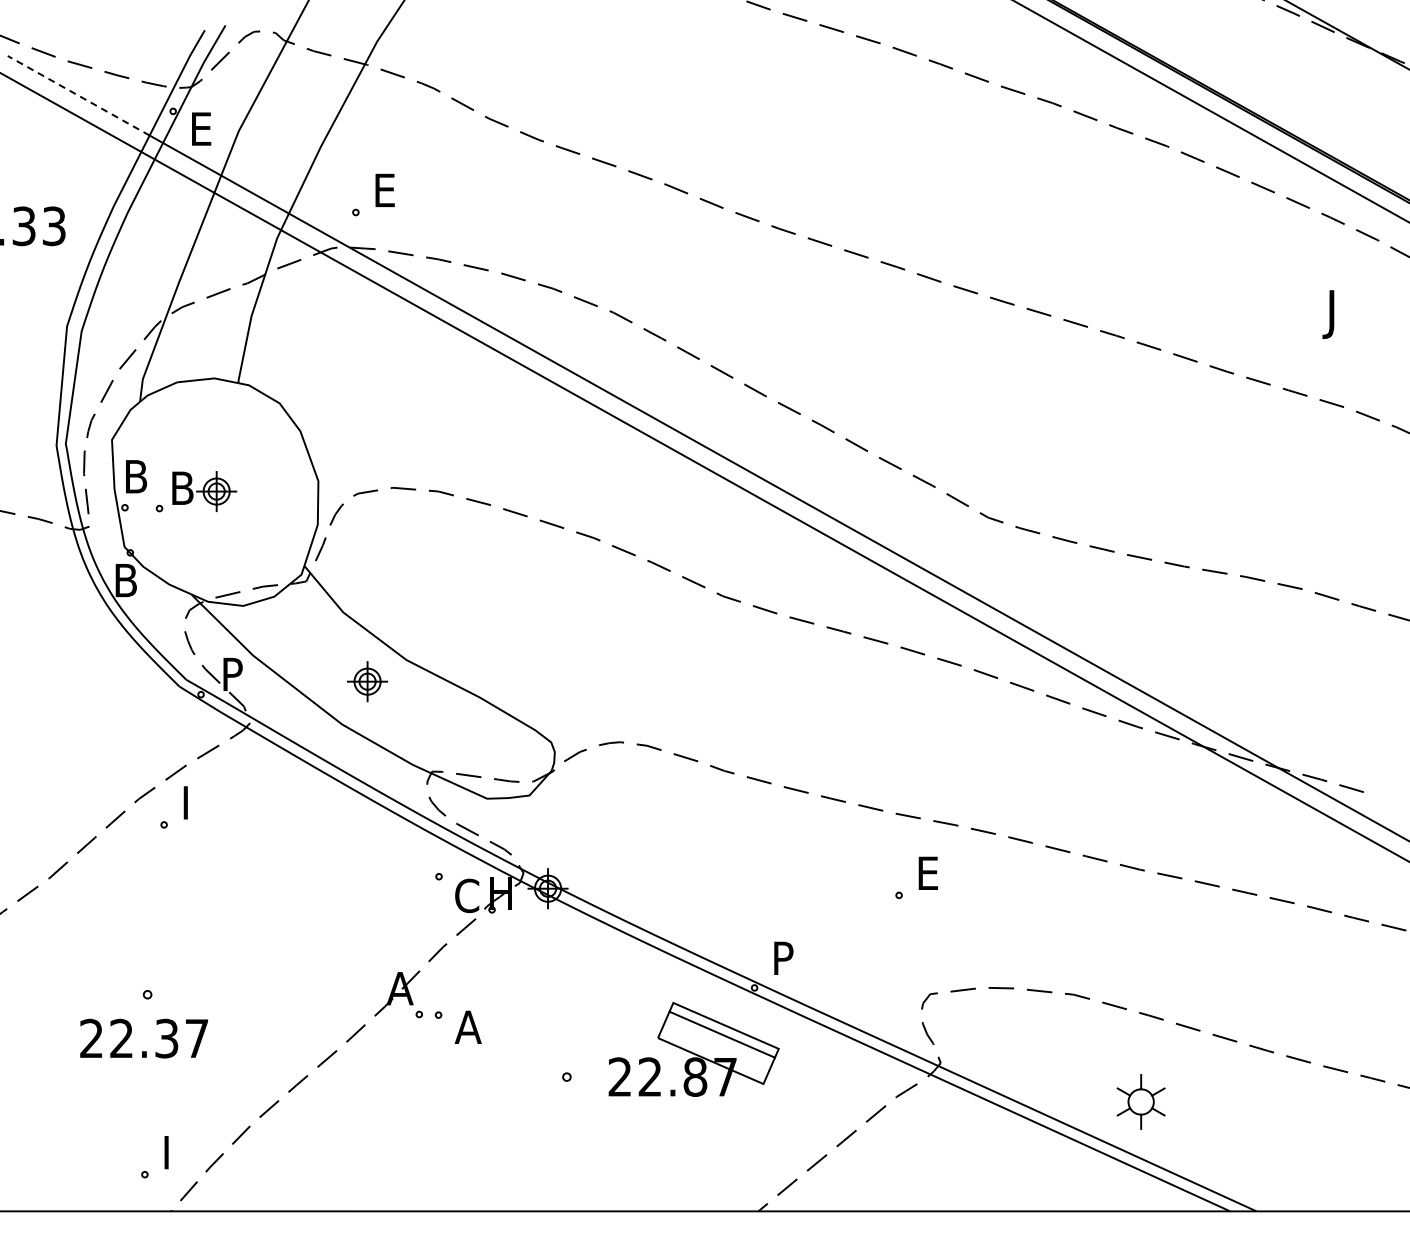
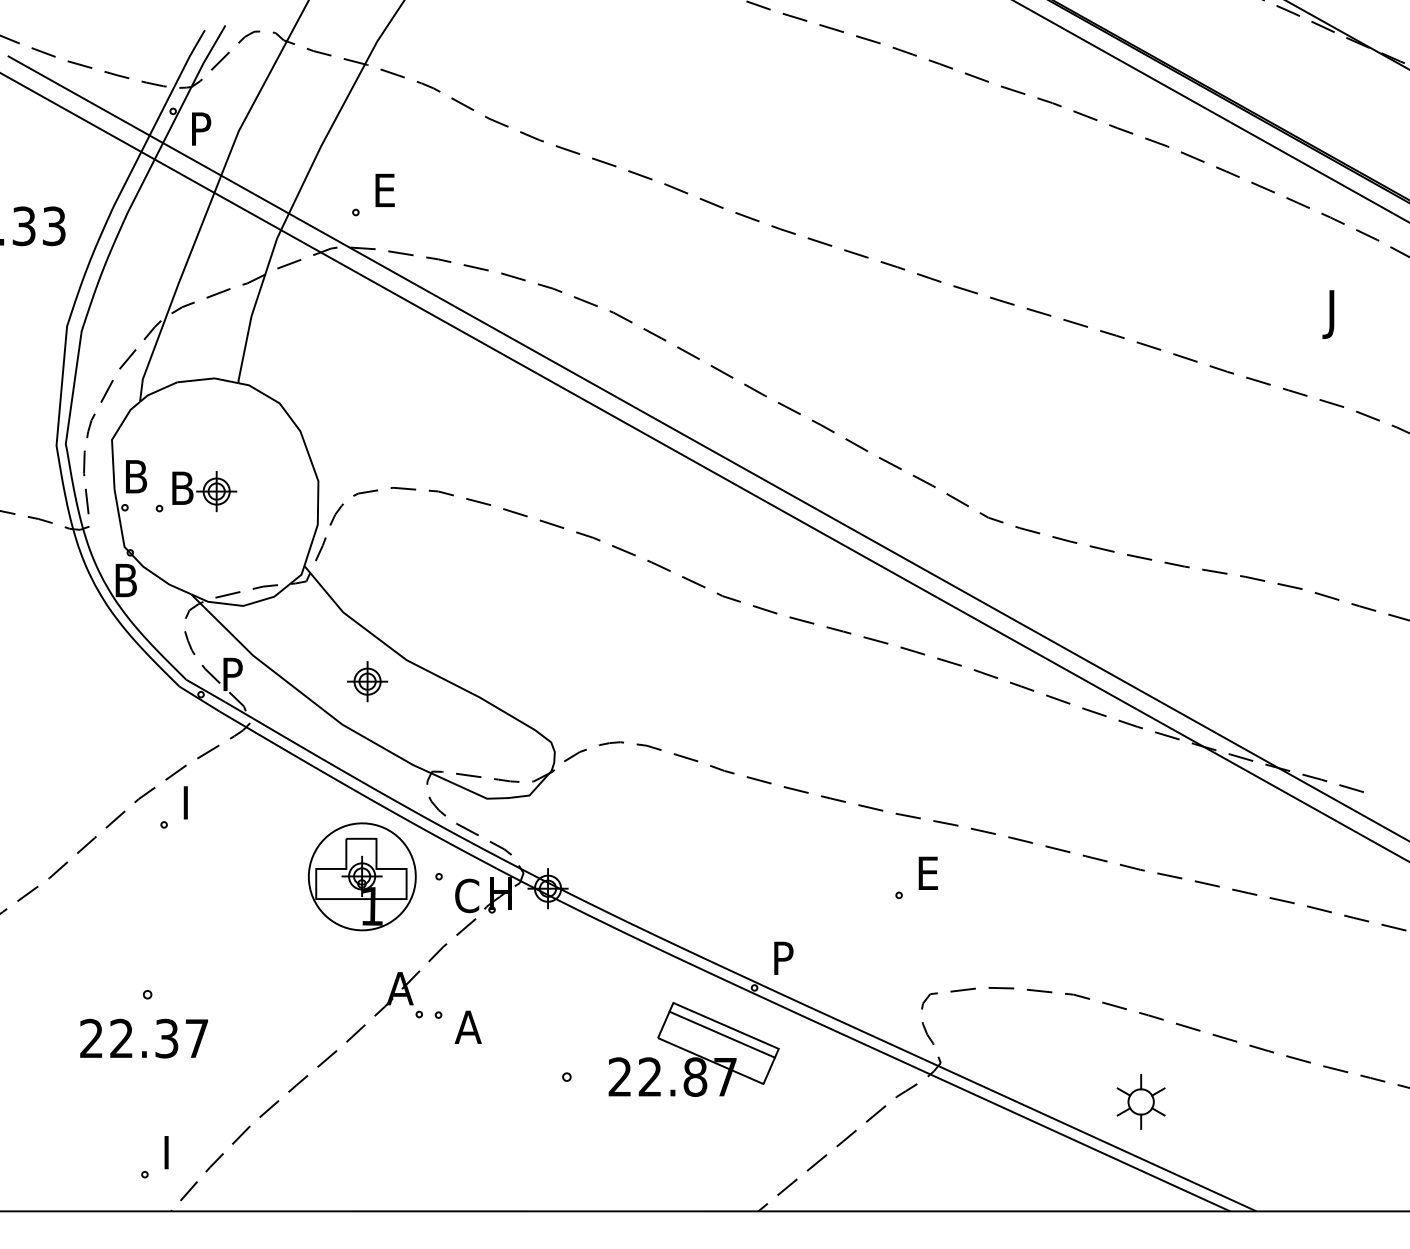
line at (78, 95): dashed -> solid
text at (203, 128): E -> P
part at (362, 876): none -> present
